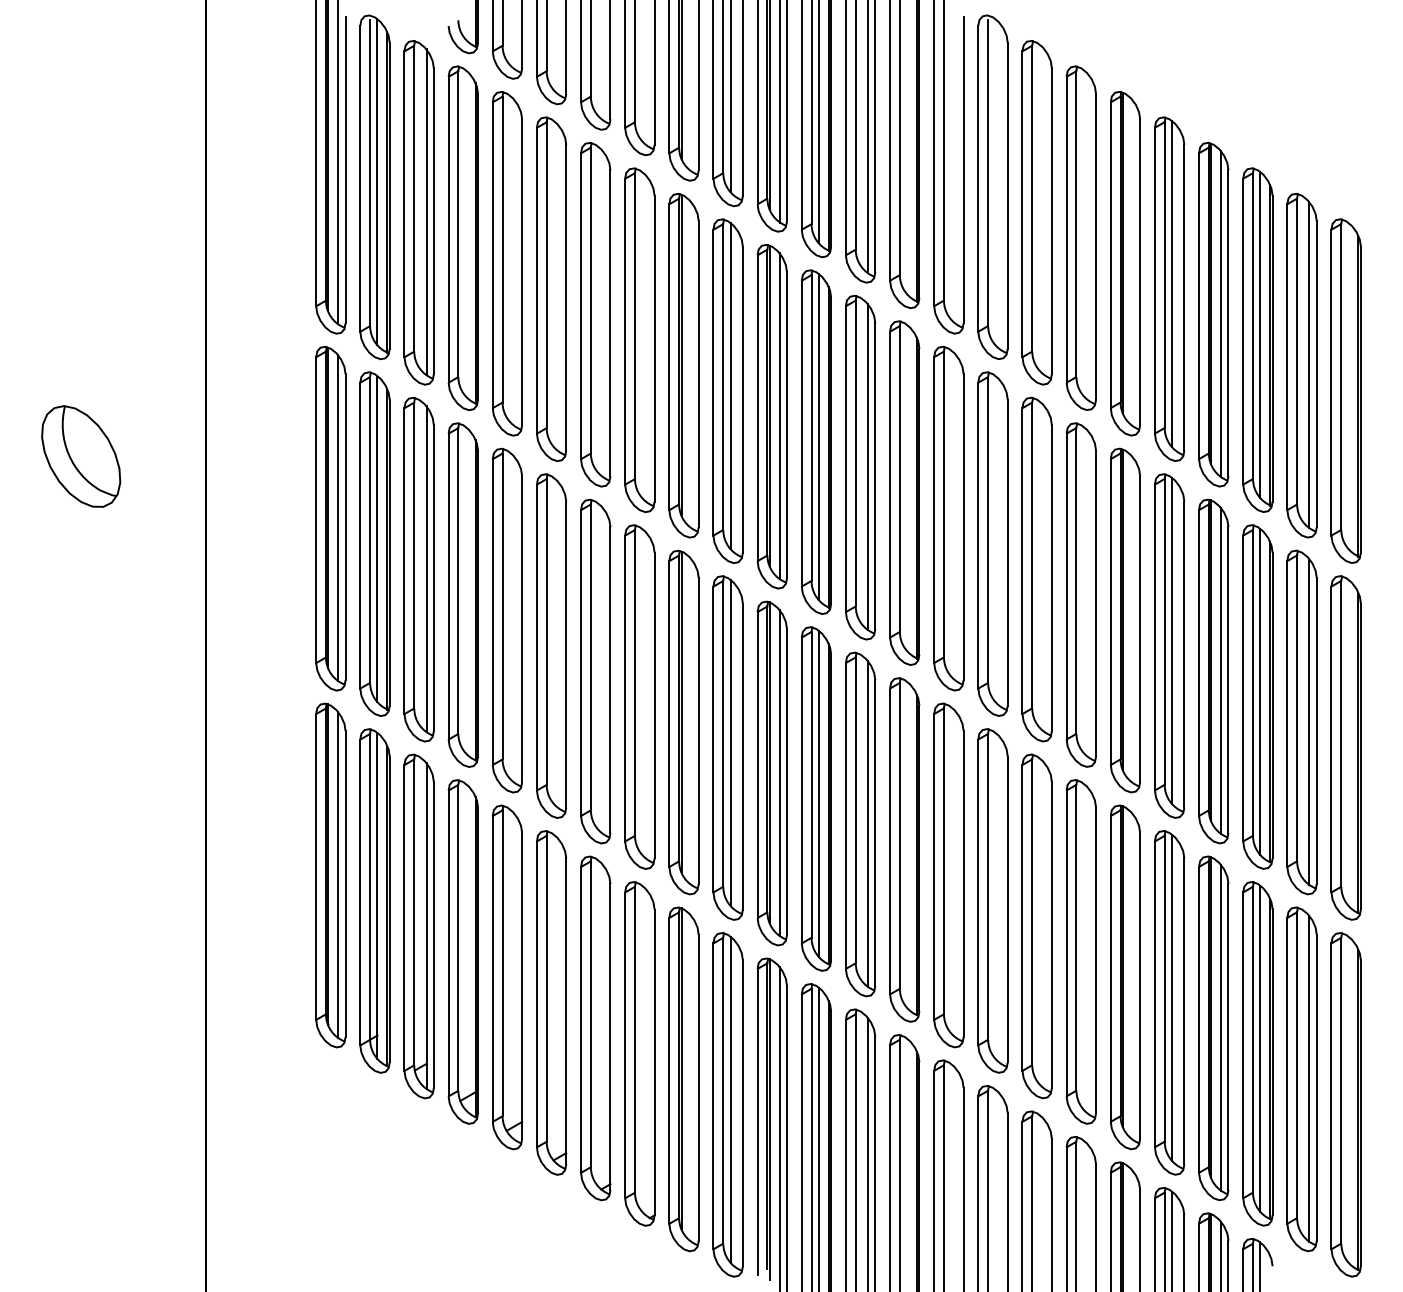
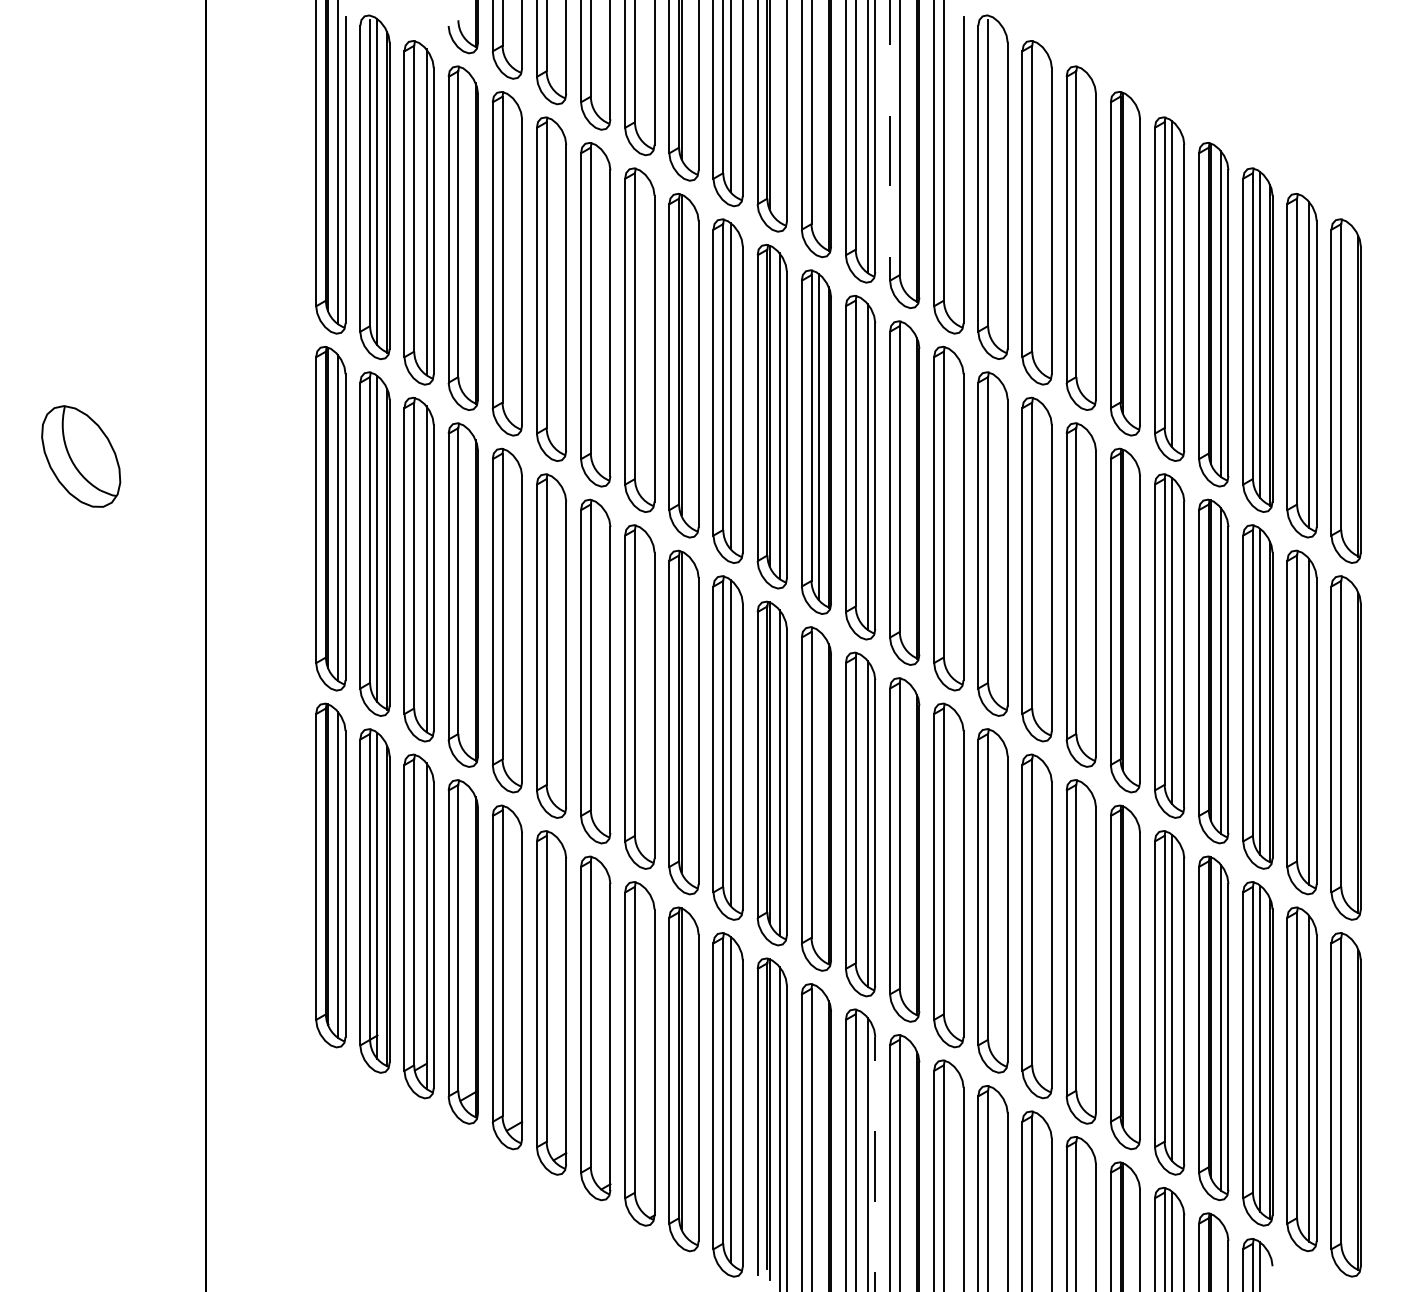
line at (779, 112): present -> none
line at (818, 122): present -> none
line at (890, 140): solid -> dashed
line at (818, 793): present -> none
line at (818, 1137): present -> none
line at (875, 1163): solid -> dashed
line at (1221, 1254): present -> none
